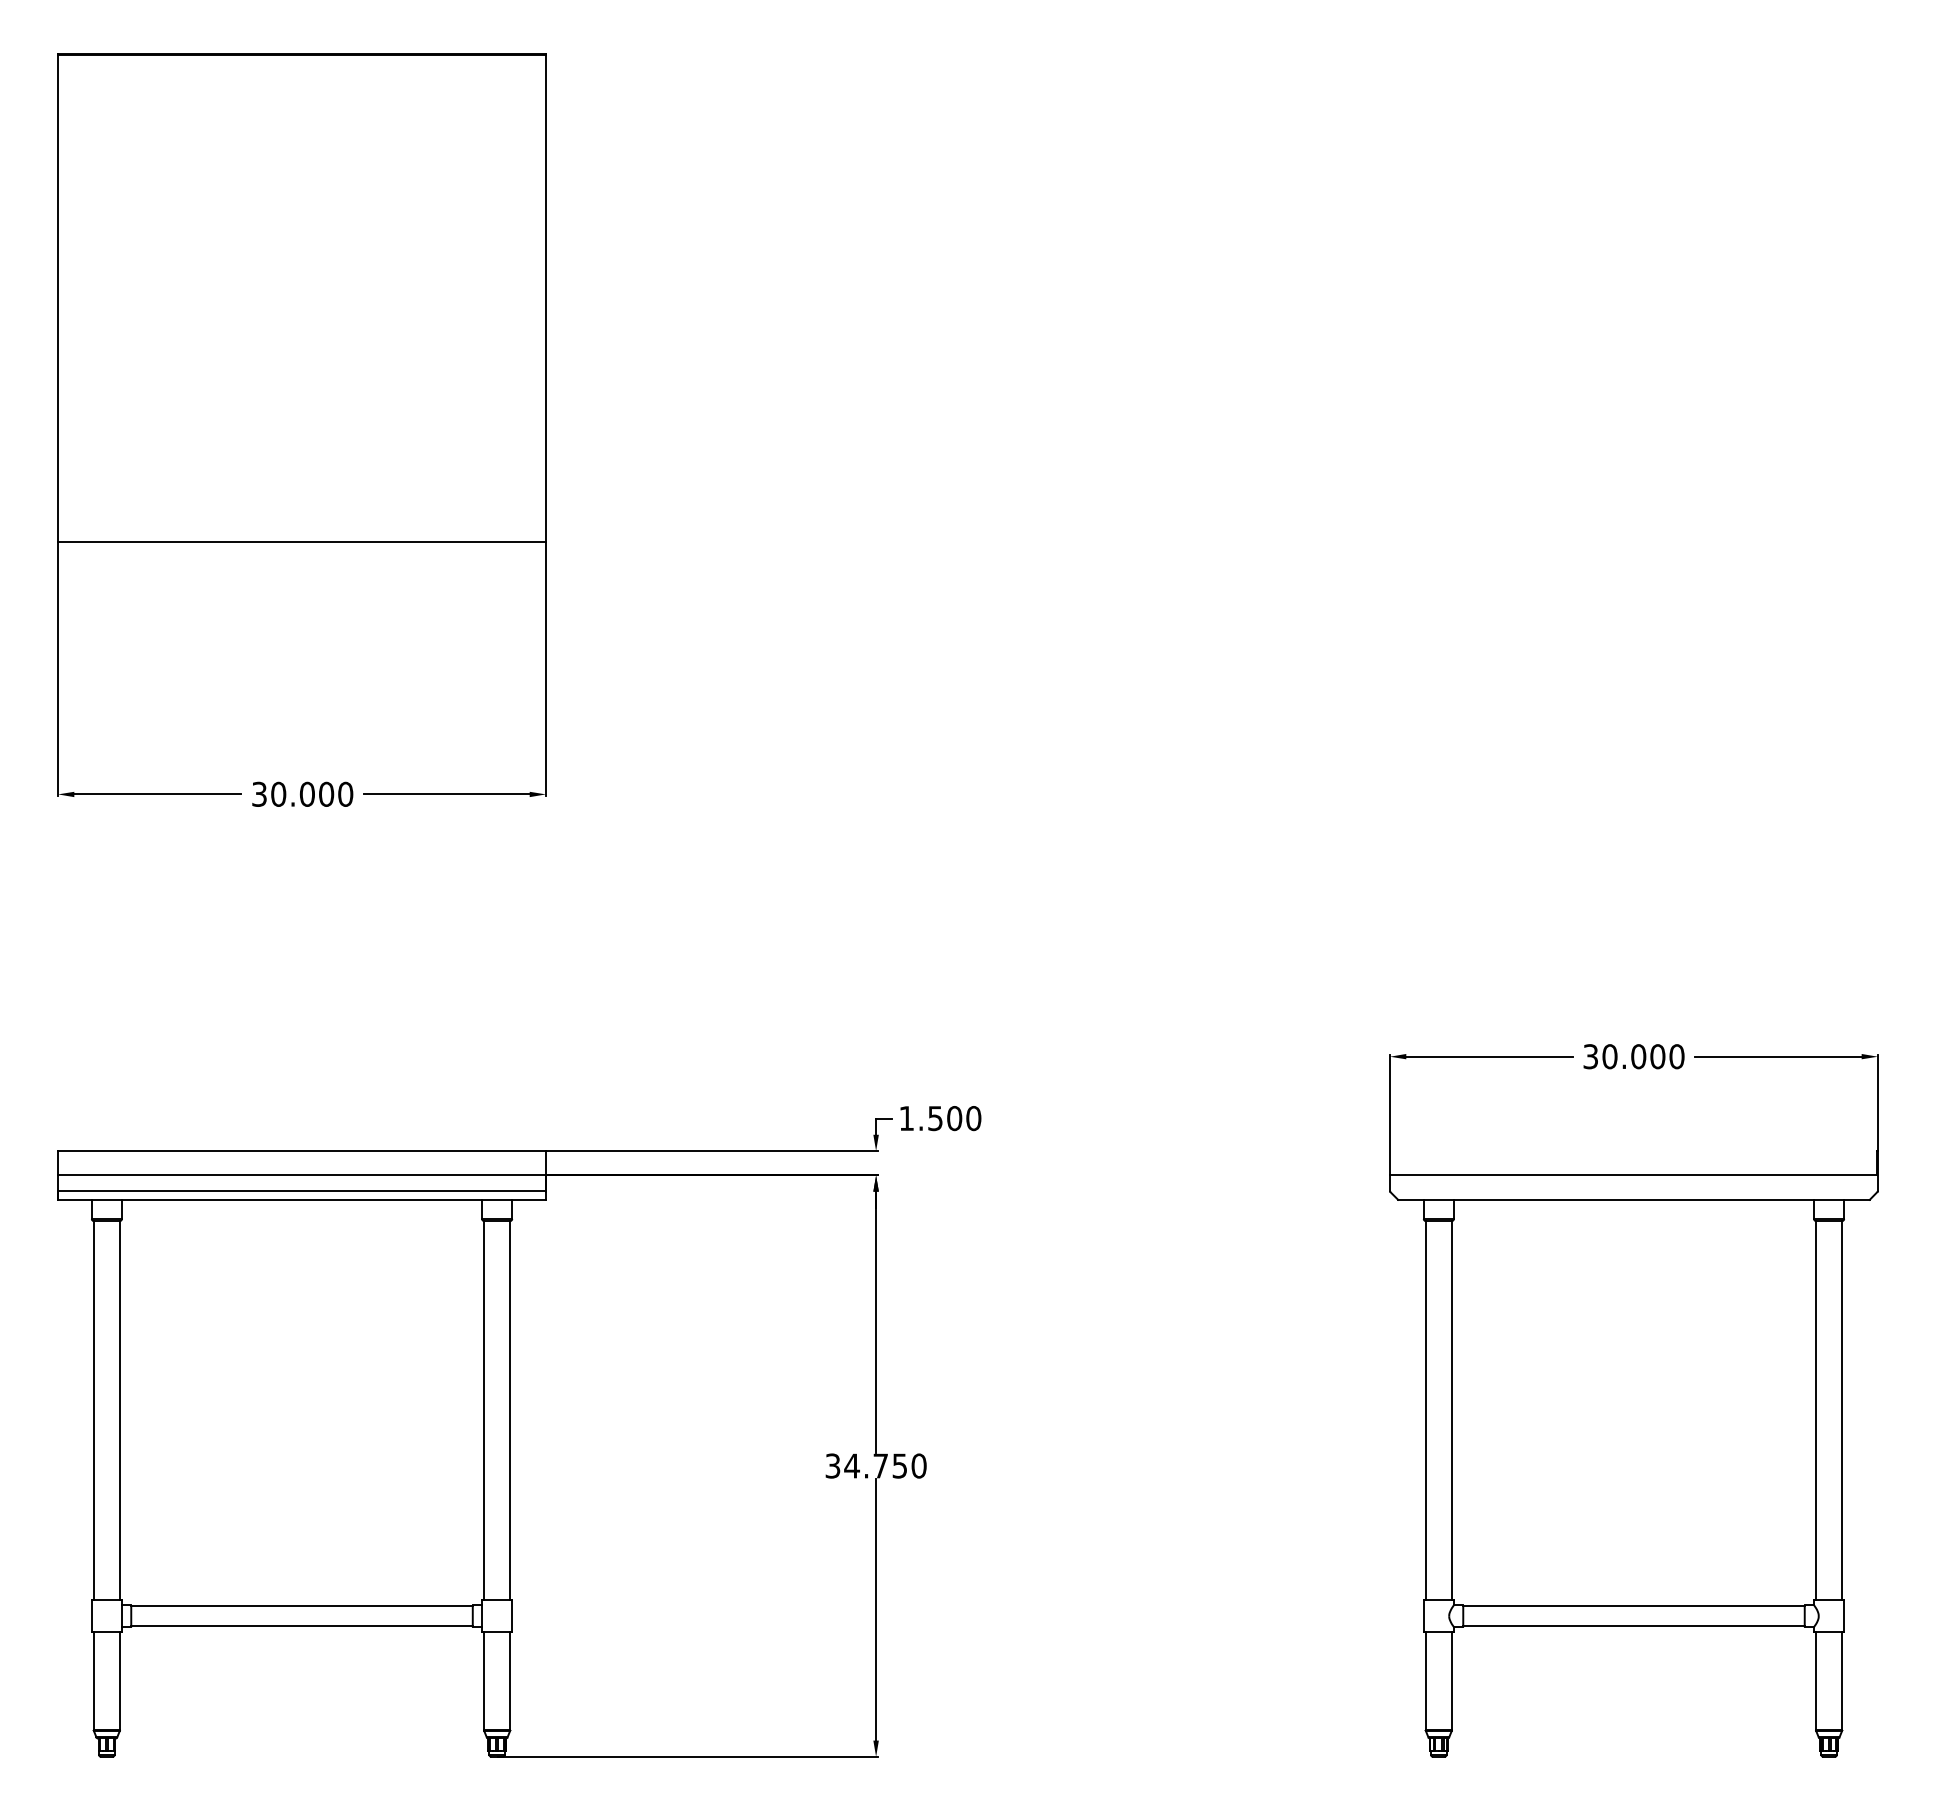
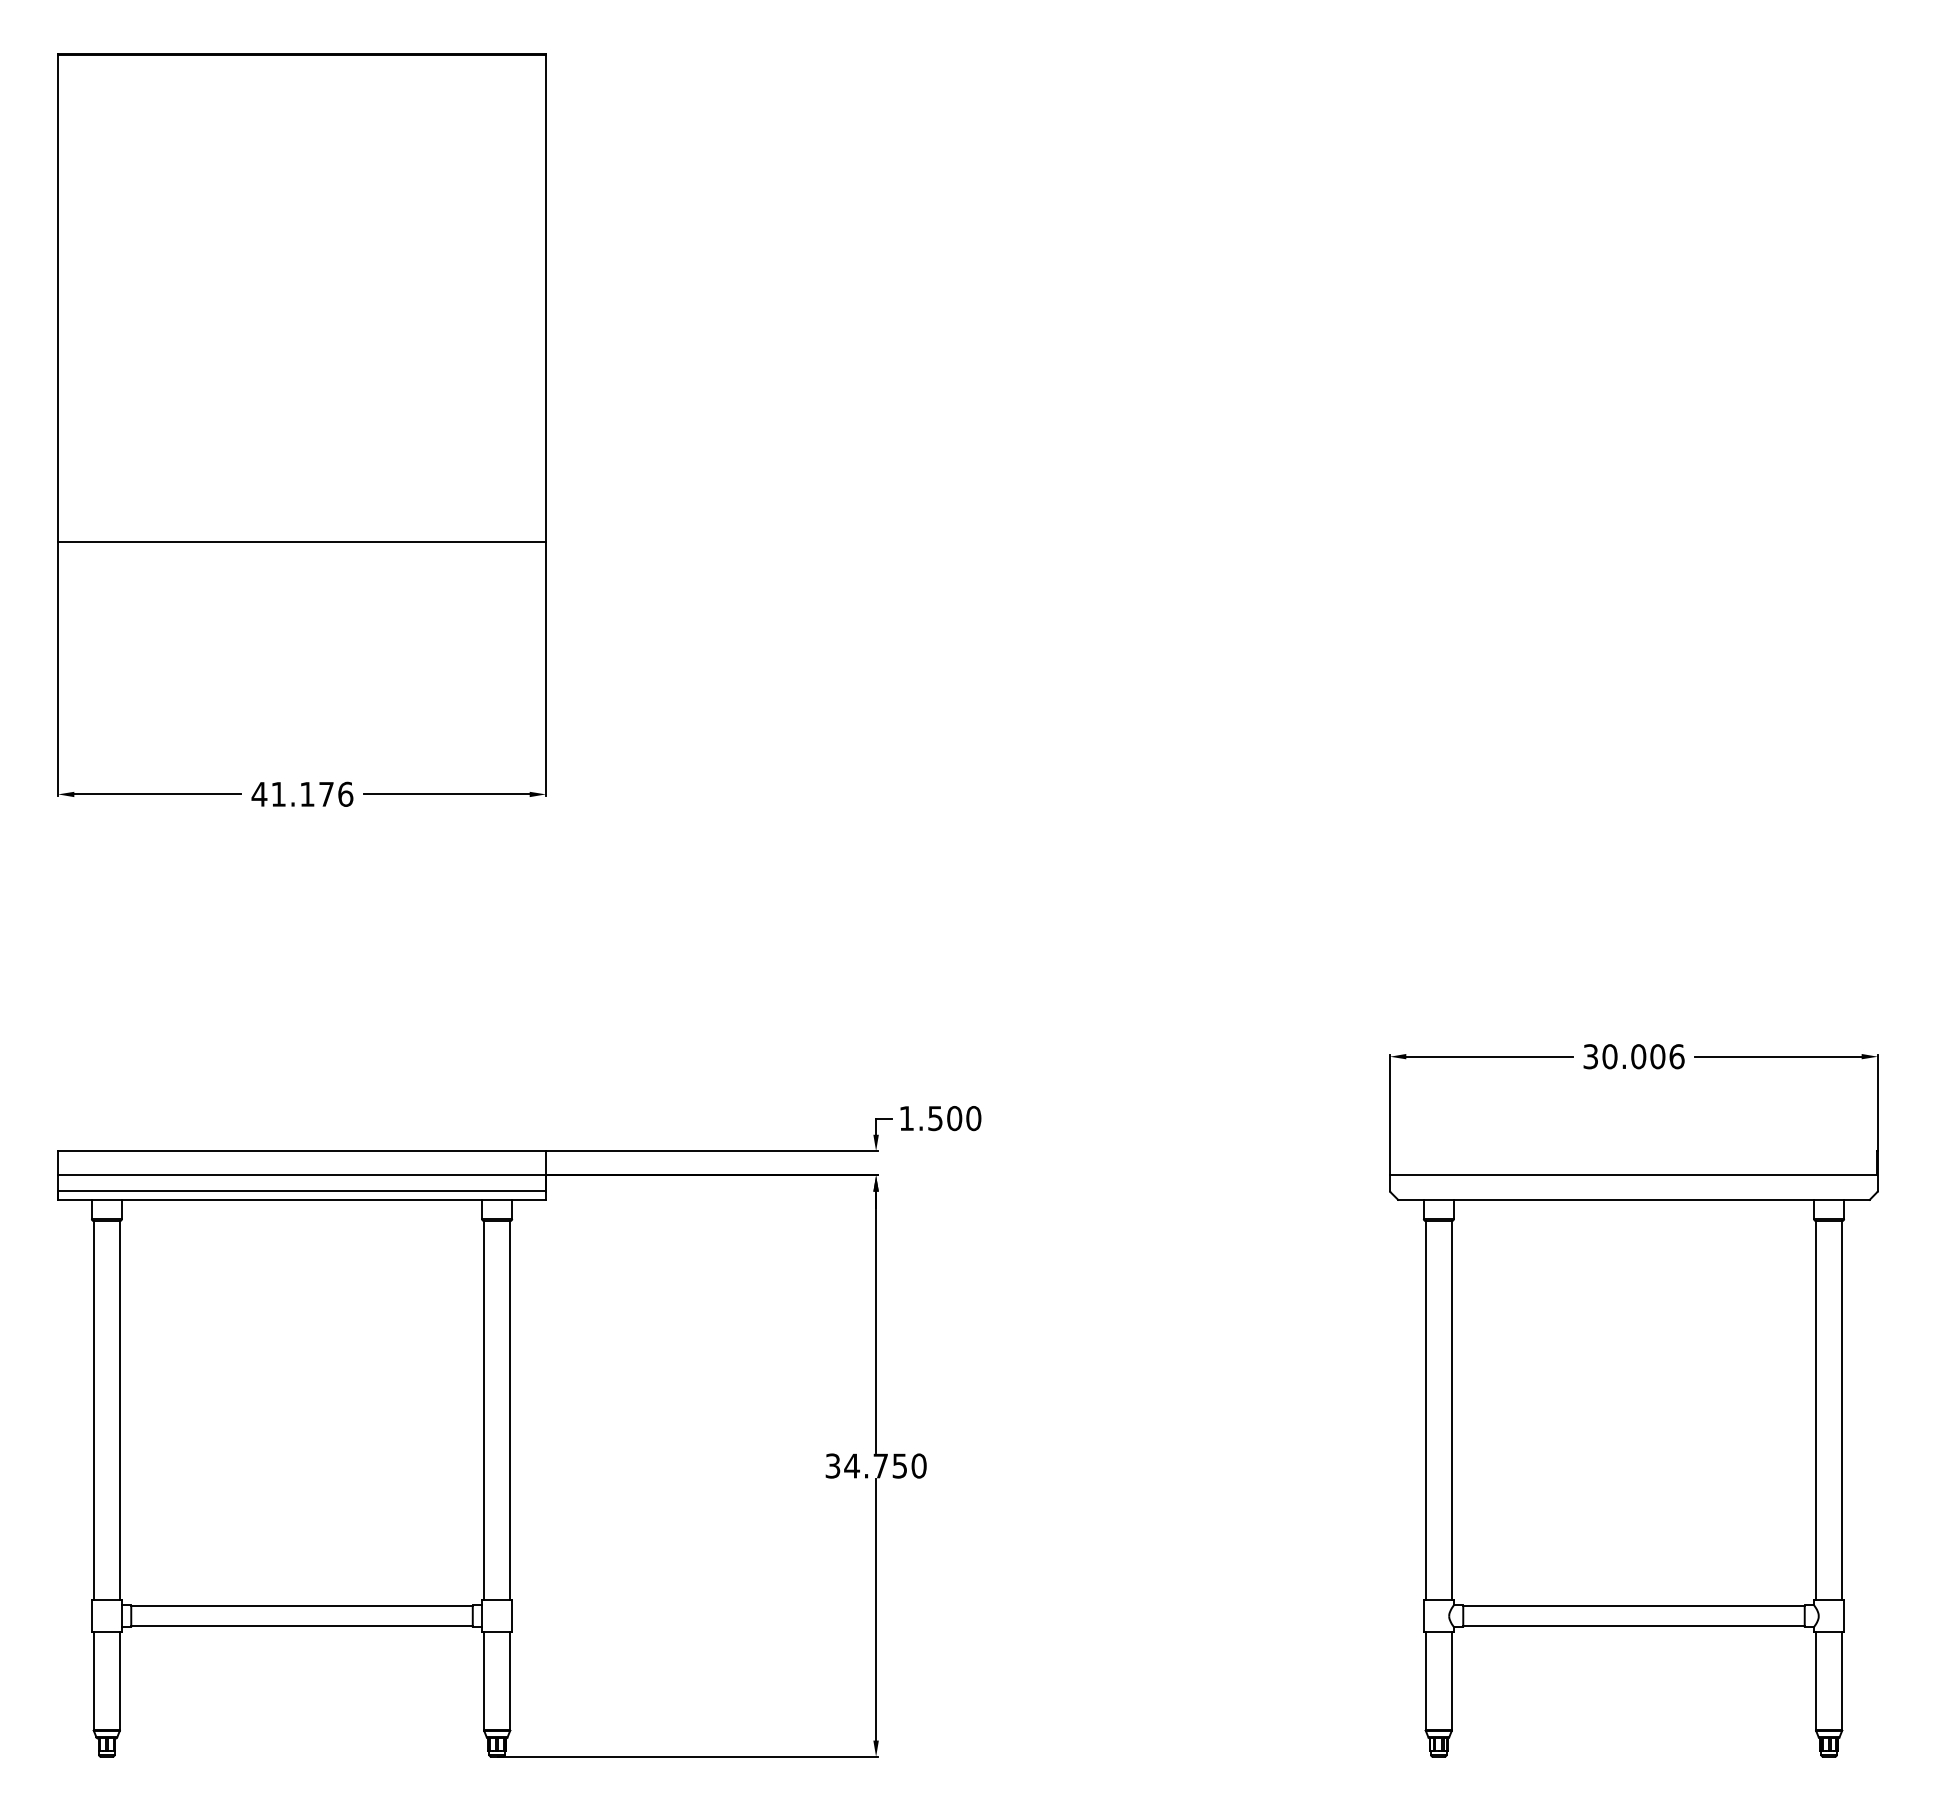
text at (302, 793): 30.000 -> 41.176
text at (1676, 1056): 30.000 -> 30.006
